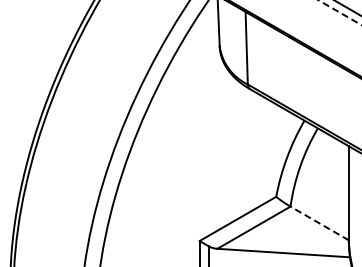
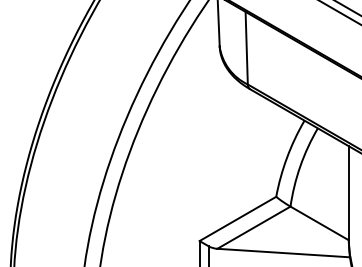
line at (339, 12): dashed -> solid
line at (319, 223): dashed -> solid
